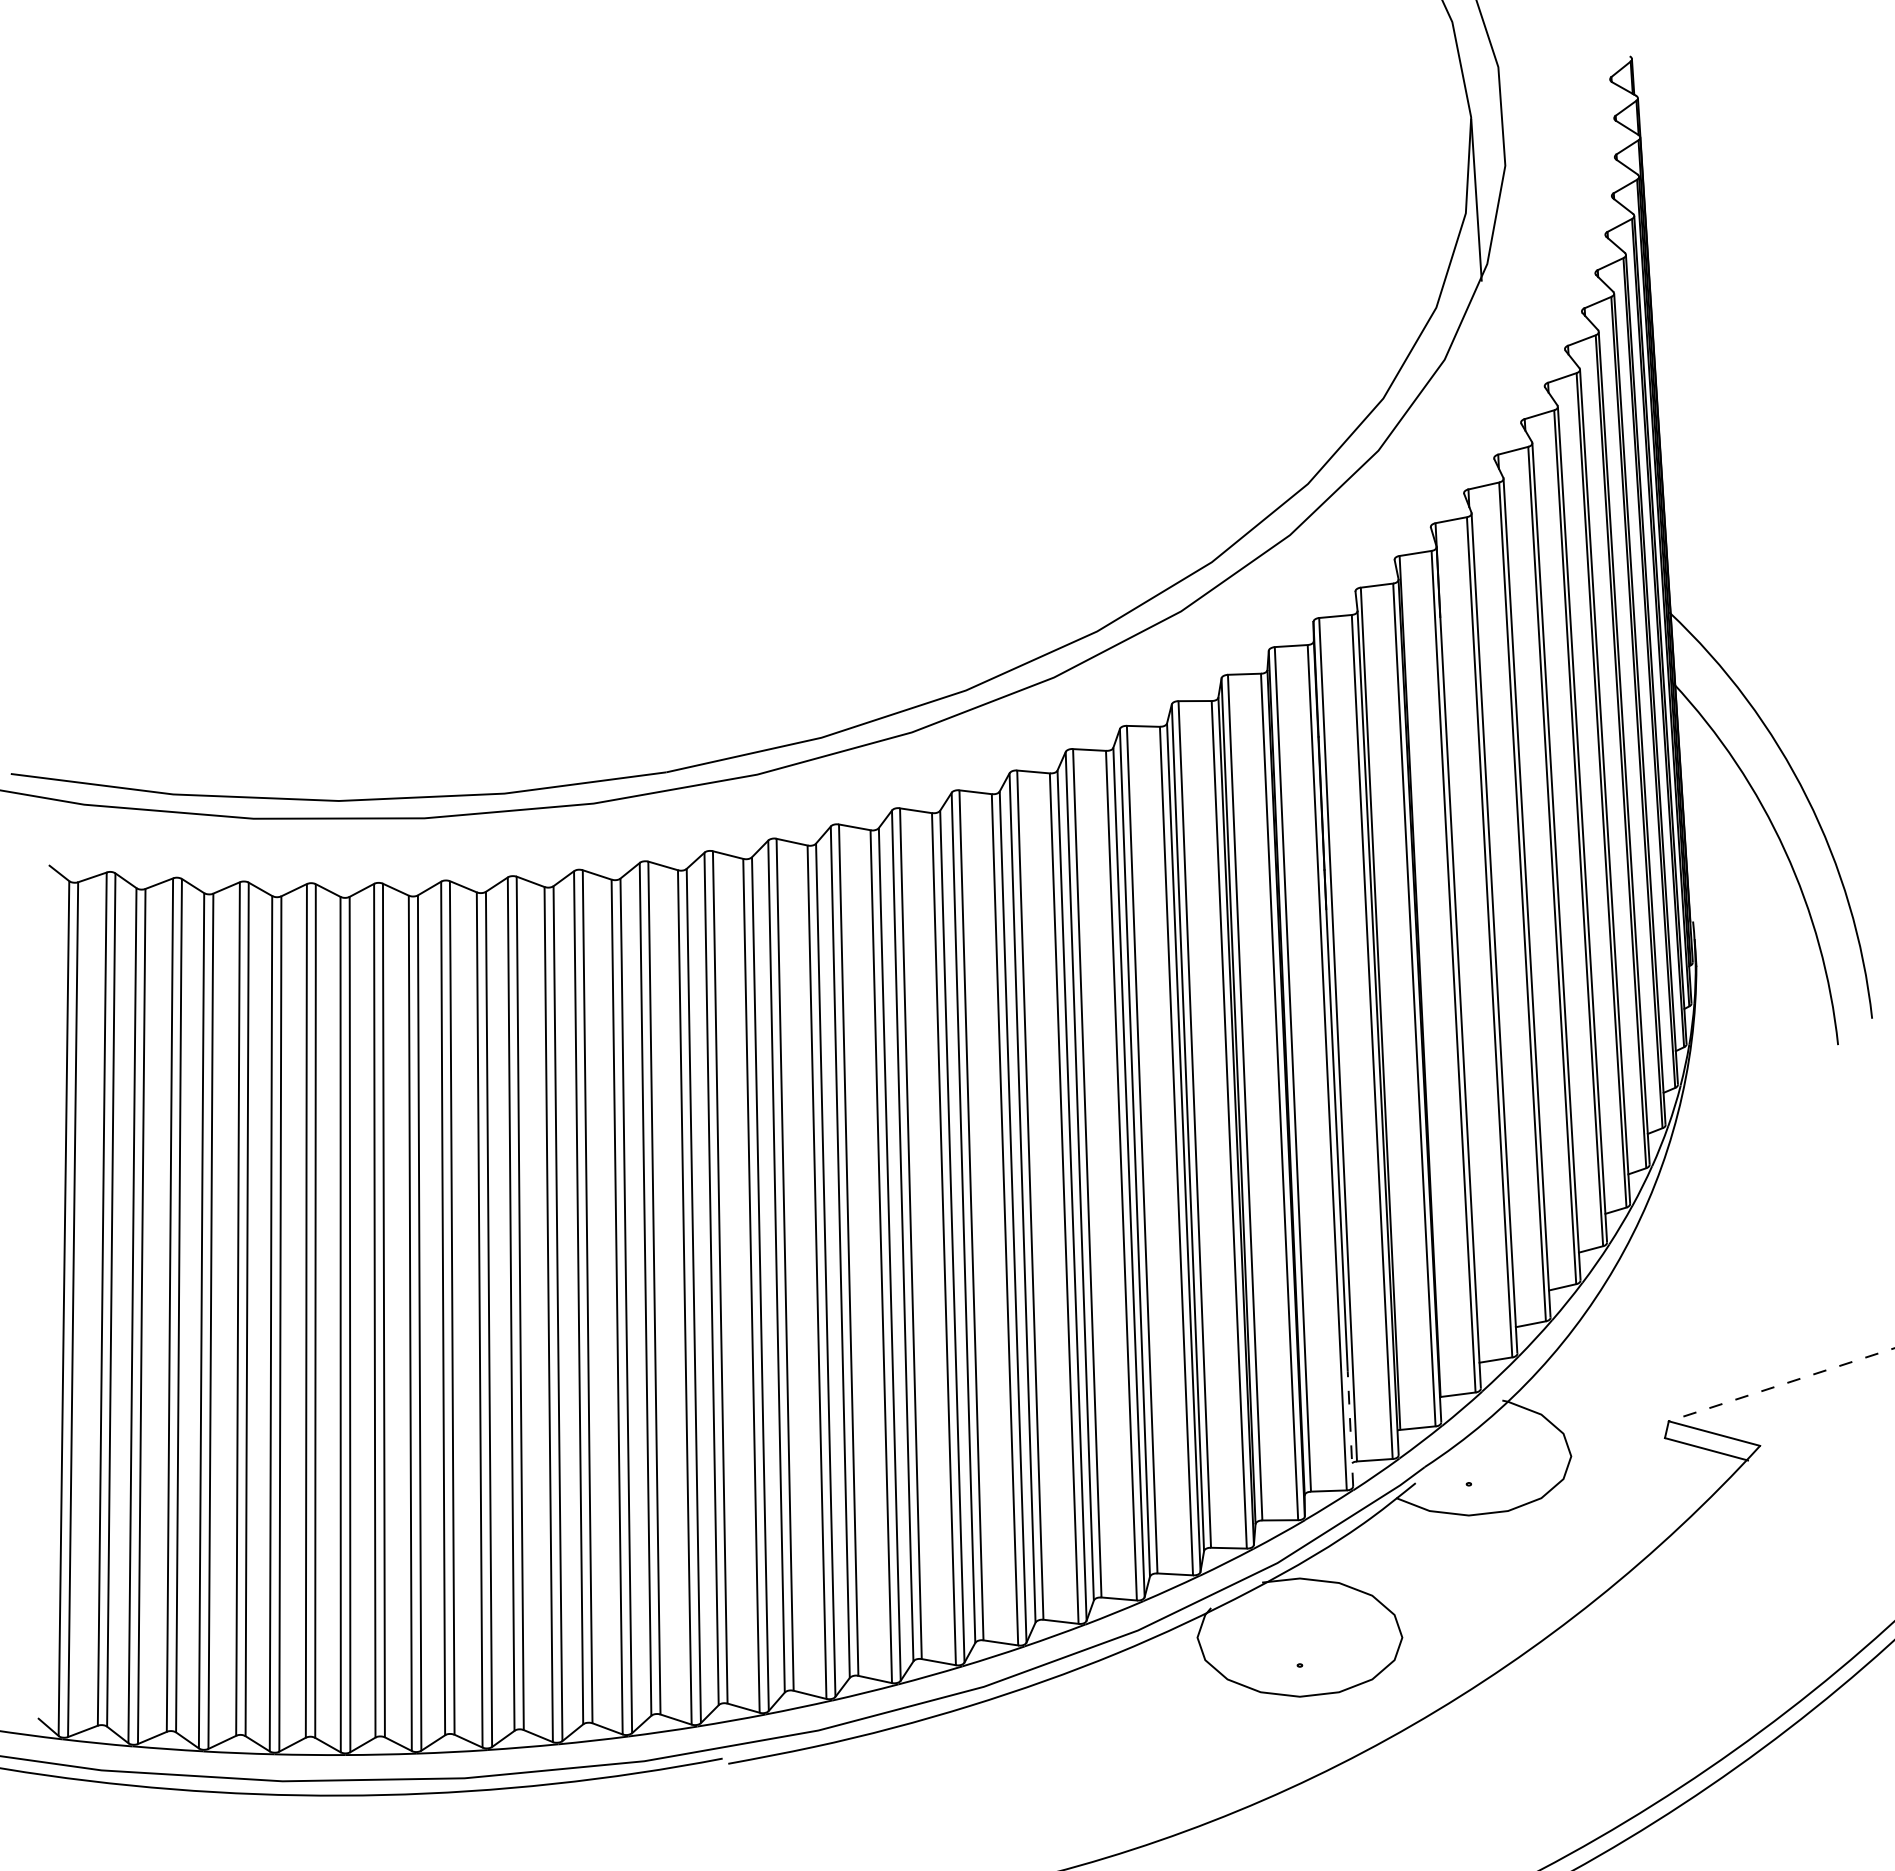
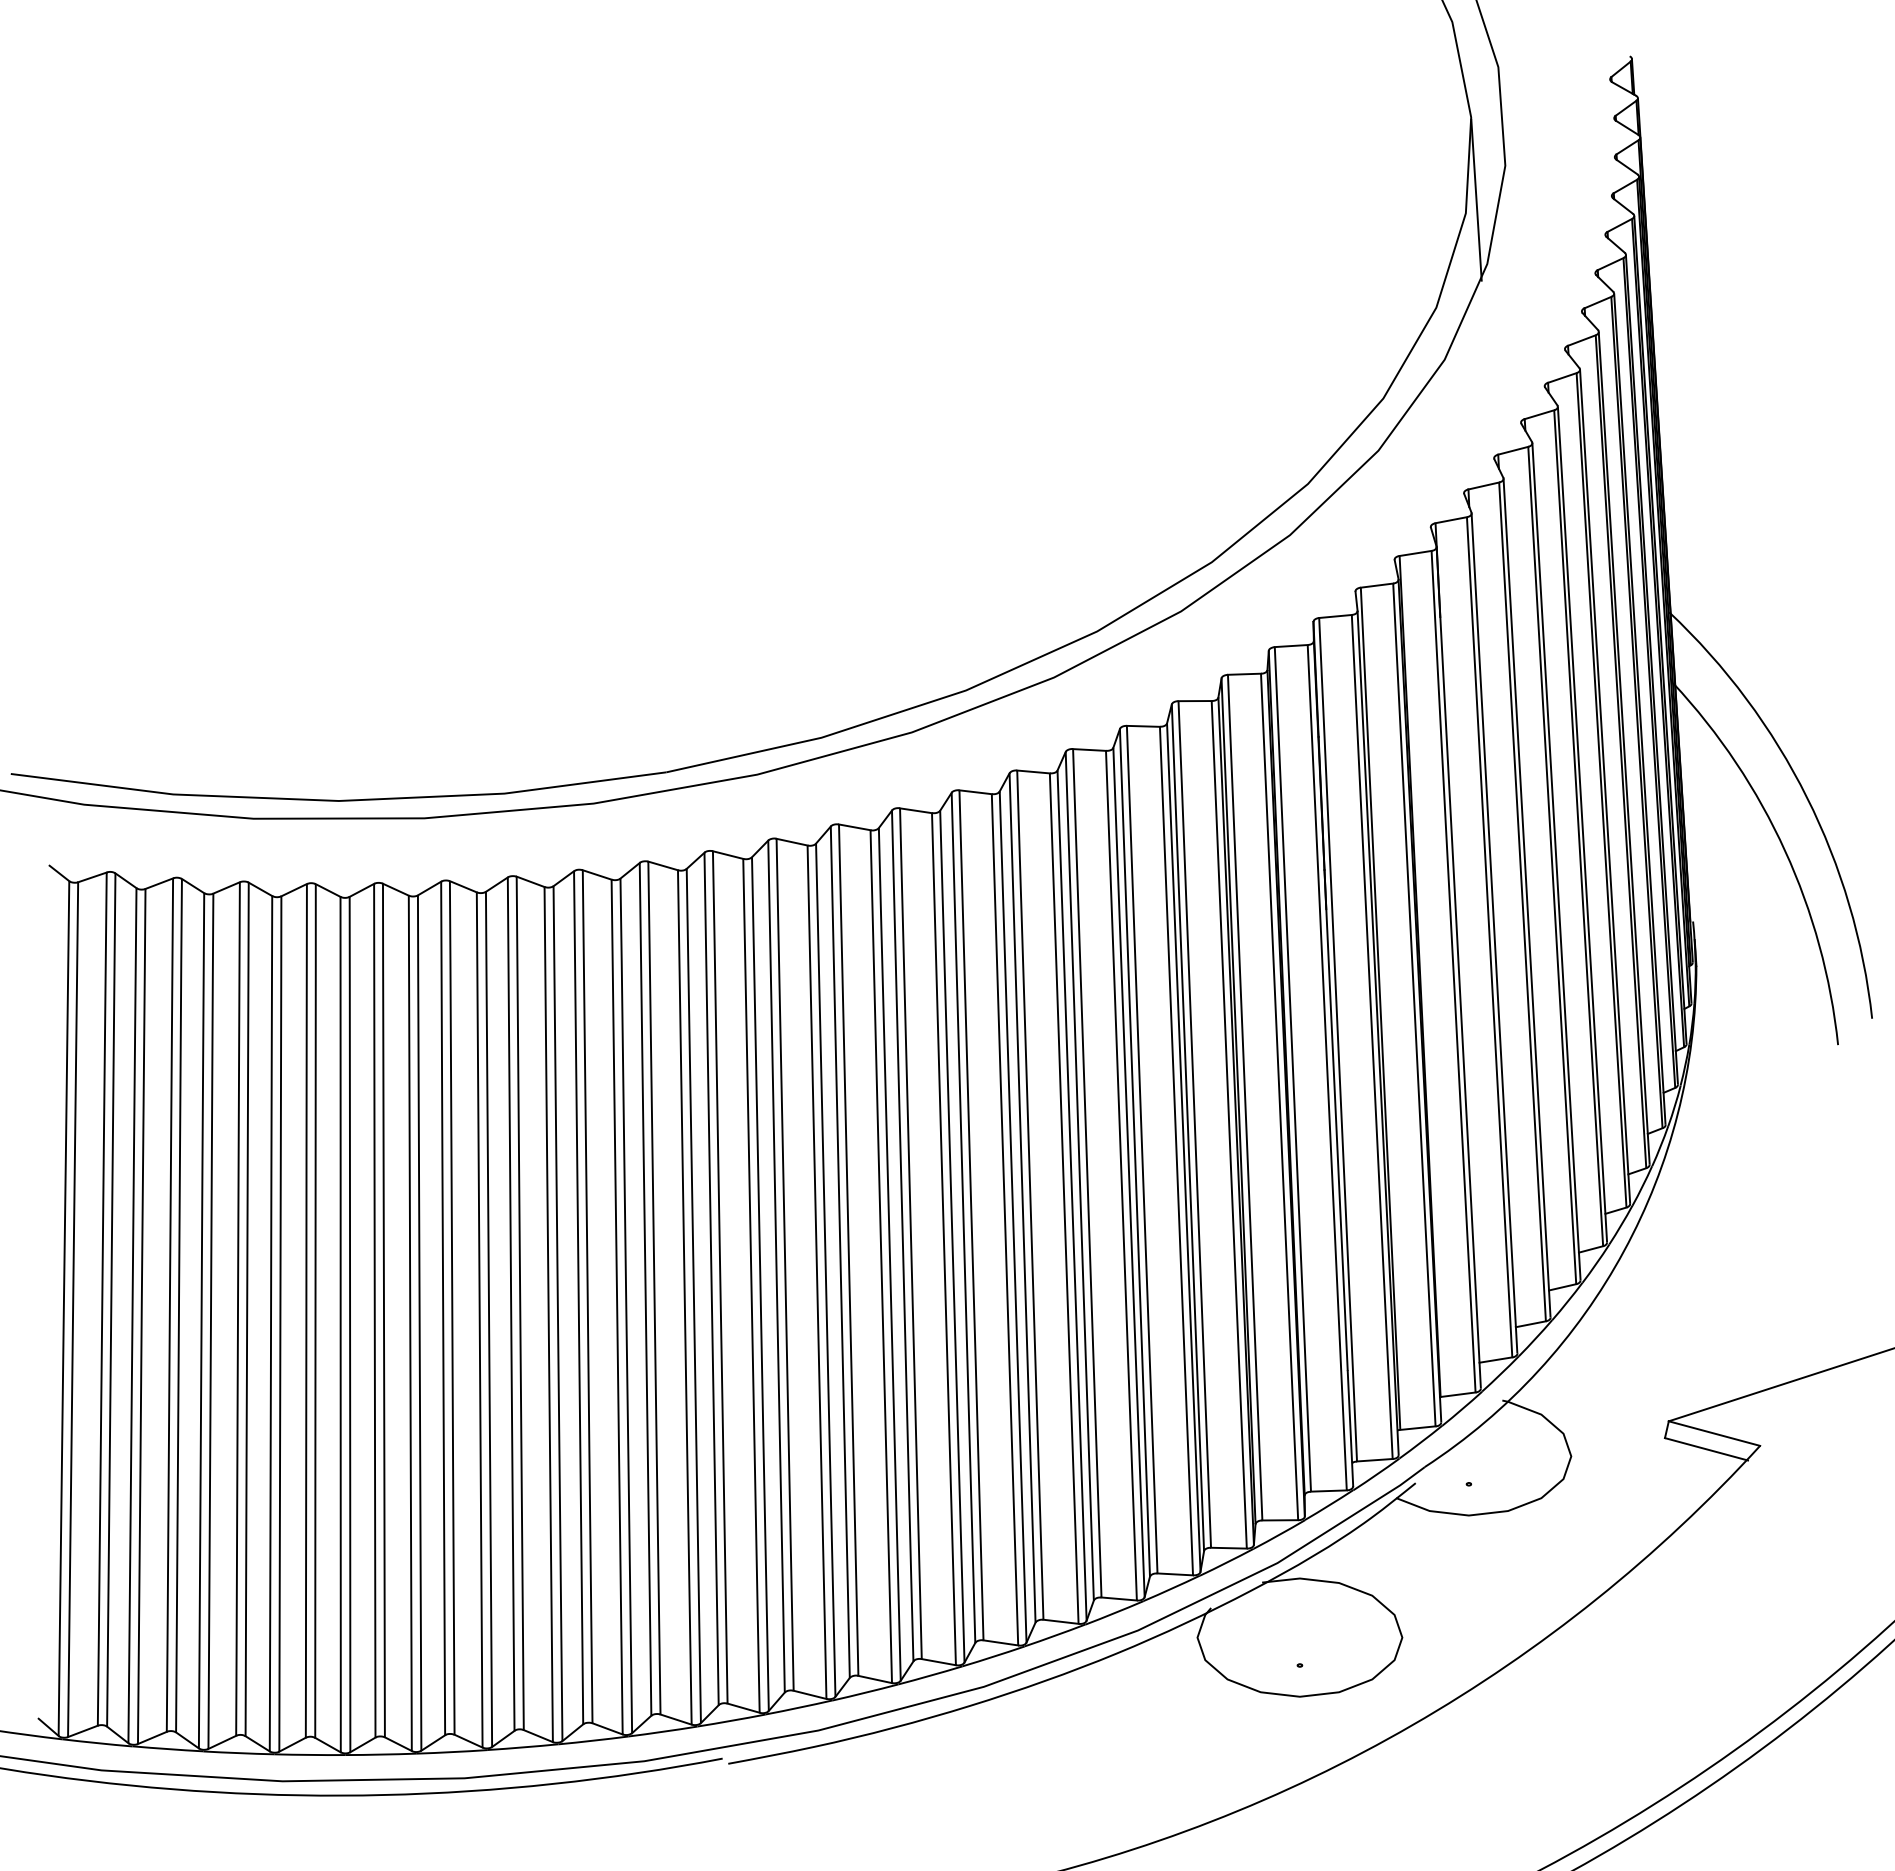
line at (1781, 1384): dashed -> solid
line at (1350, 1428): dashed -> solid
